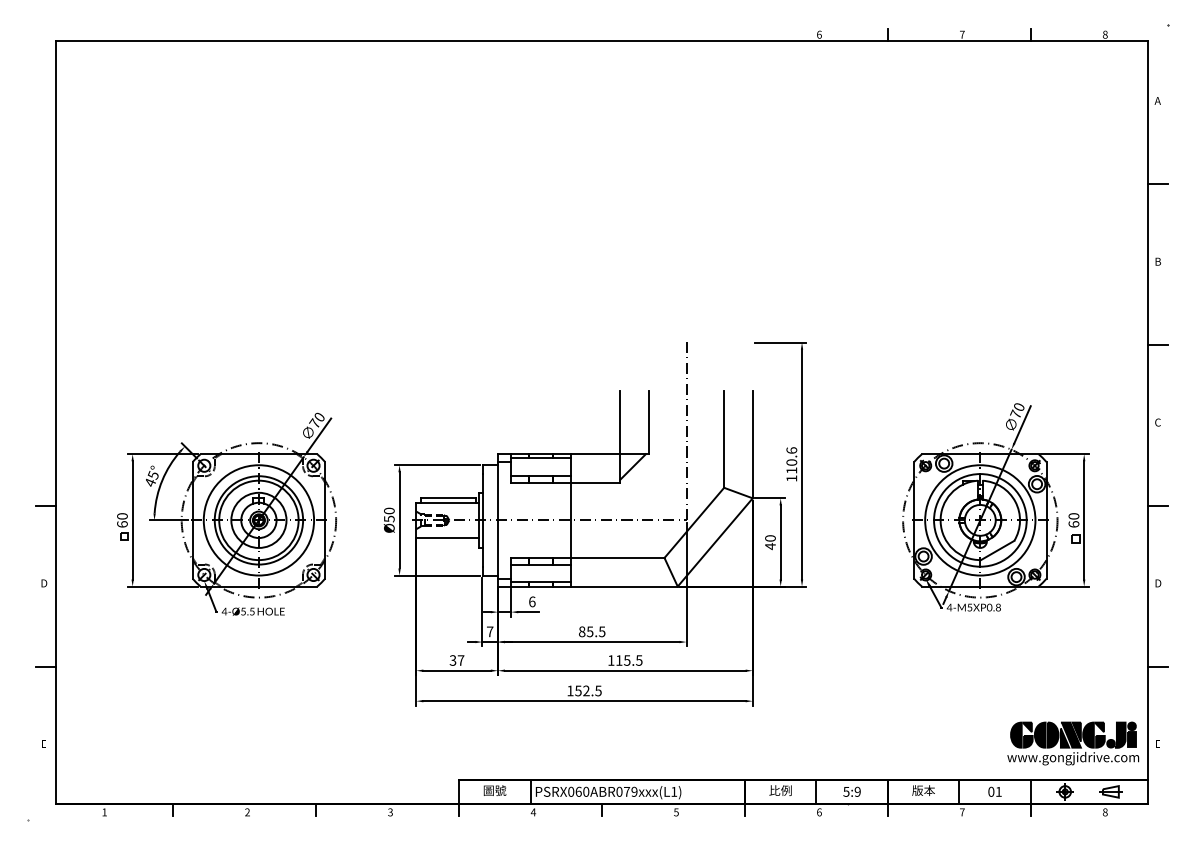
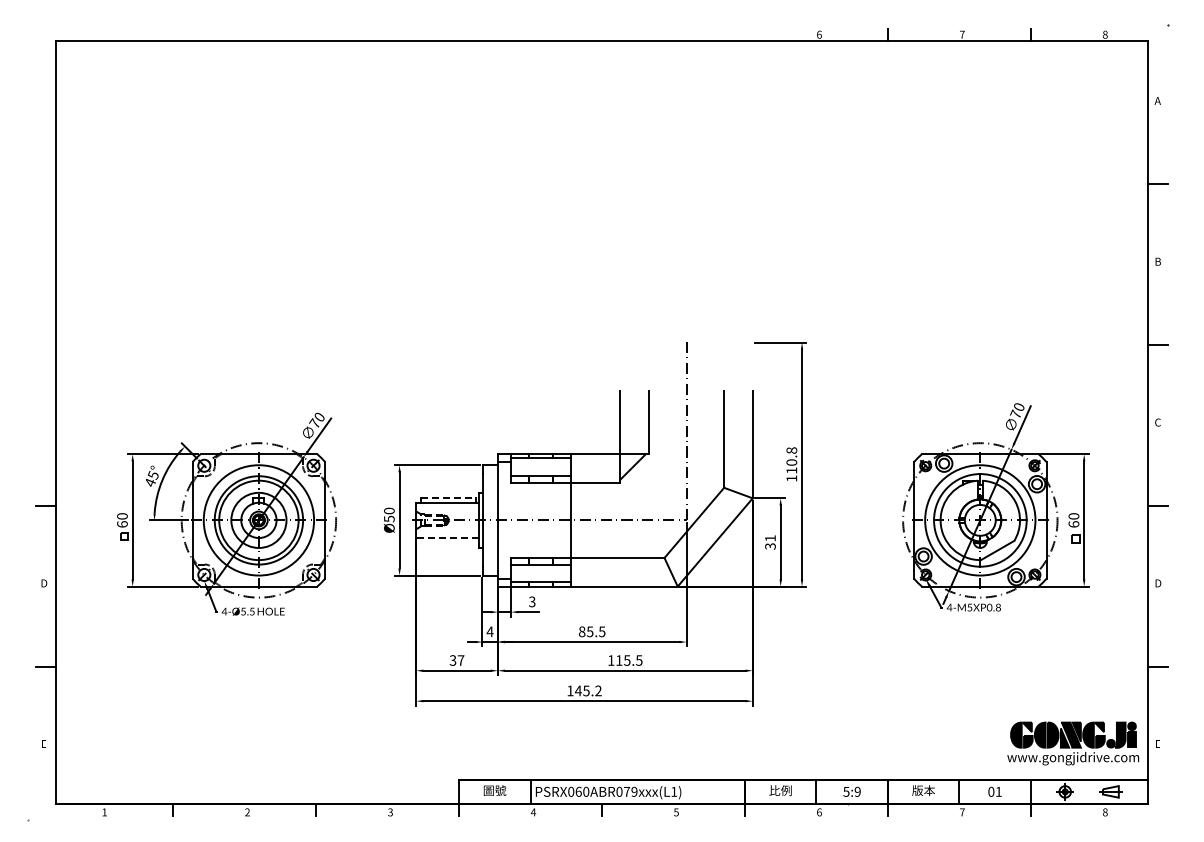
text at (791, 450): 110.6 -> 110.8
line at (448, 498): solid -> dashed
line at (447, 538): solid -> dashed
text at (770, 542): 40 -> 31
text at (532, 601): 6 -> 3
text at (489, 631): 7 -> 4
text at (587, 690): 152.5 -> 145.2
